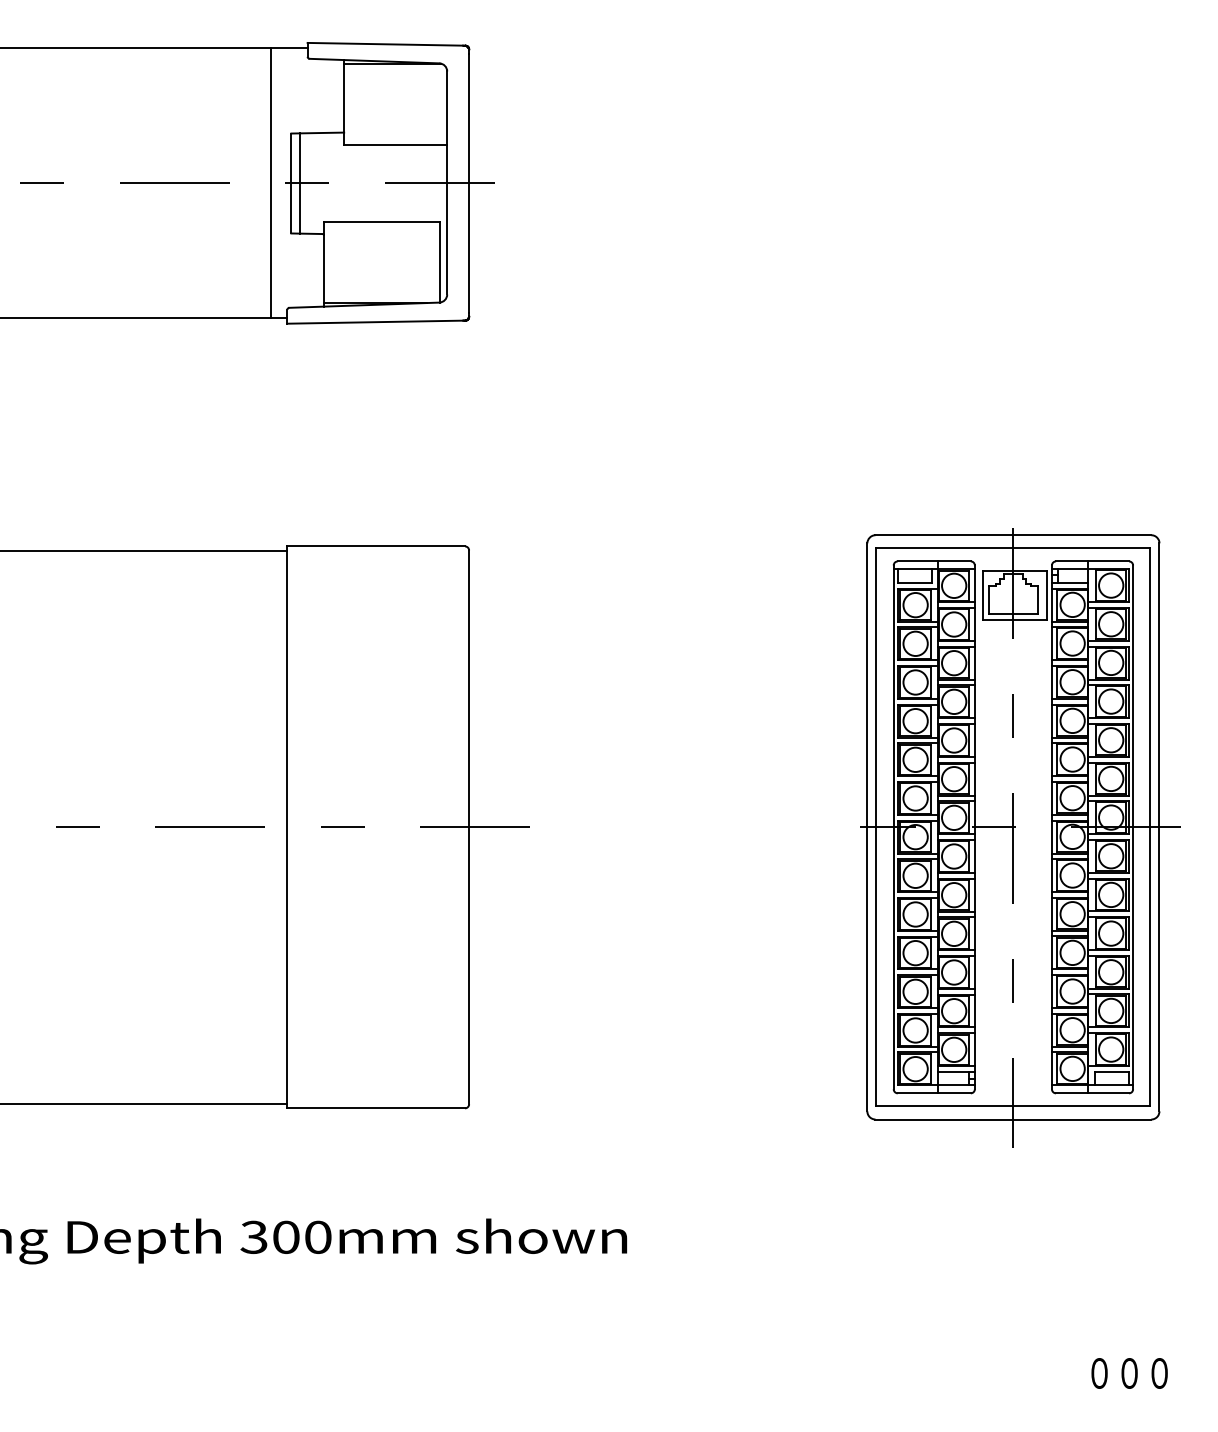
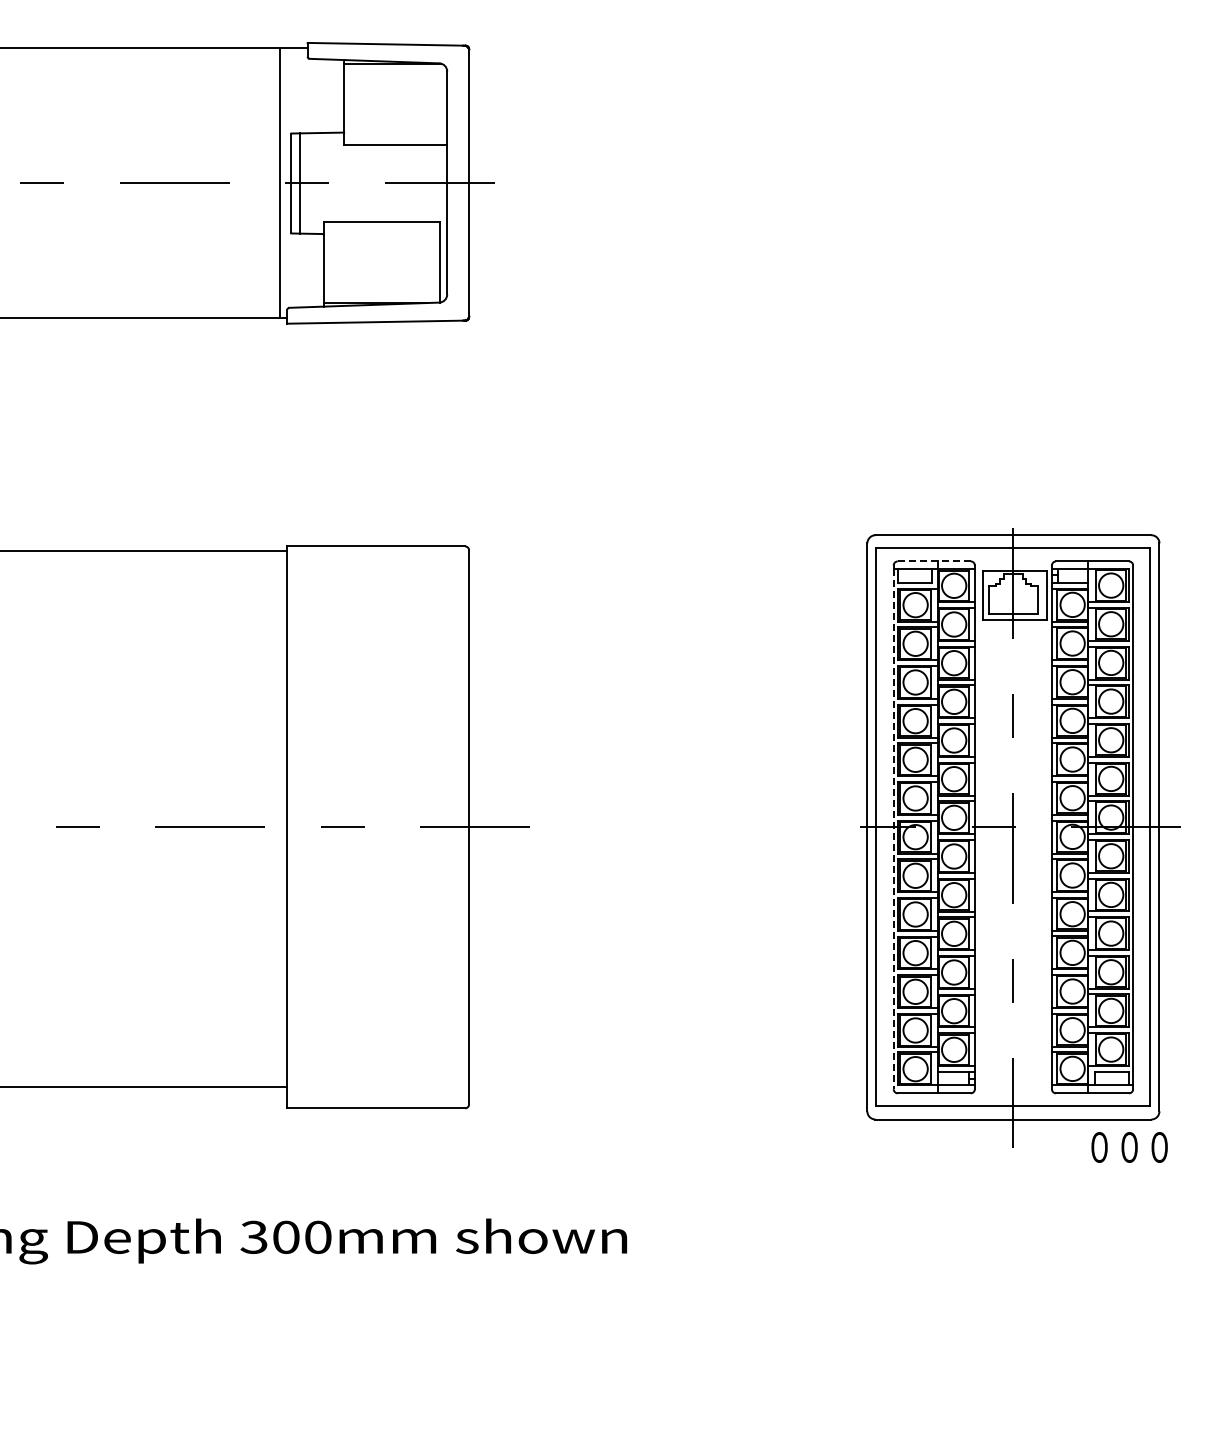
line at (271, 183) position: (271, 183) -> (280, 183)
line at (934, 561): solid -> dashed
line at (893, 829): solid -> dashed
line at (144, 1103) position: (144, 1103) -> (144, 1086)
text at (1129, 1373) position: (1129, 1373) -> (1129, 1147)
